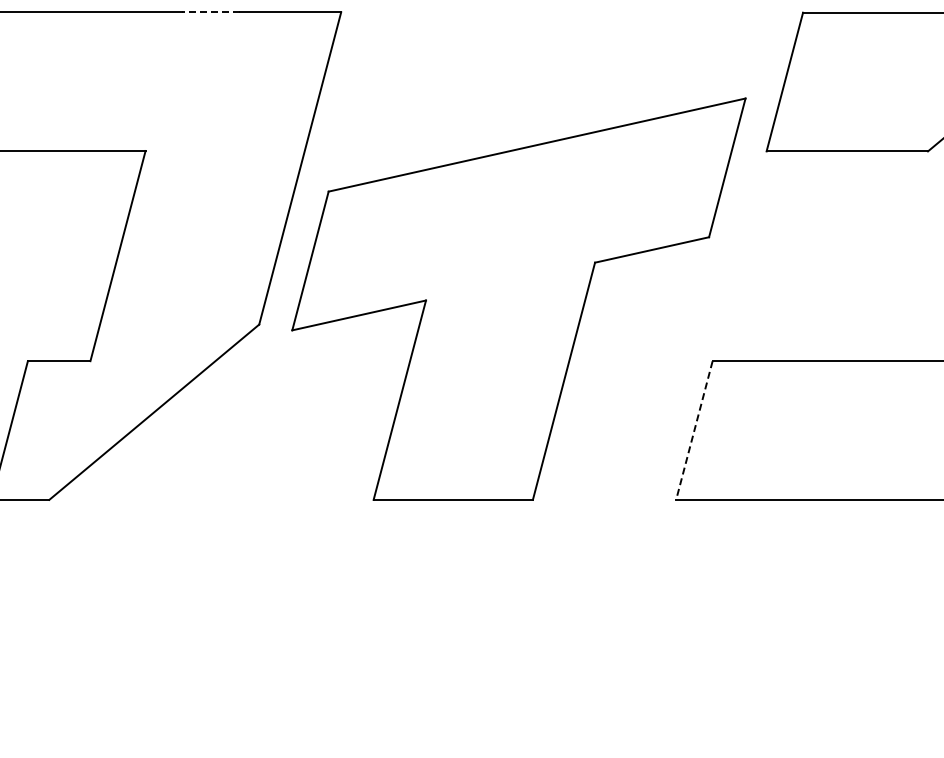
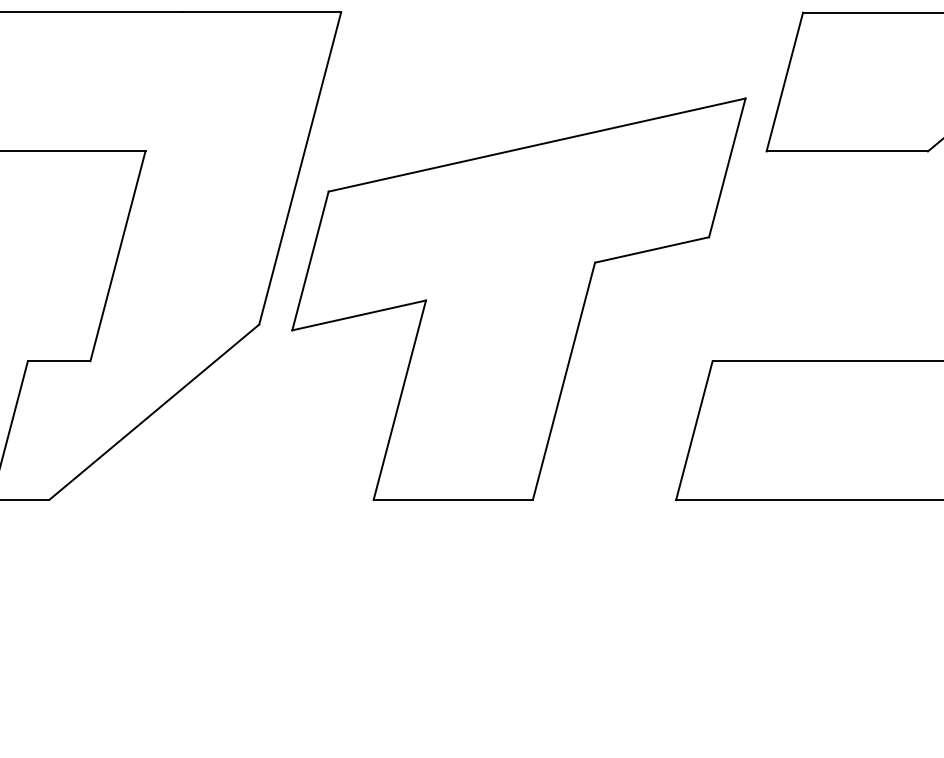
line at (210, 12): dashed -> solid
line at (694, 430): dashed -> solid
